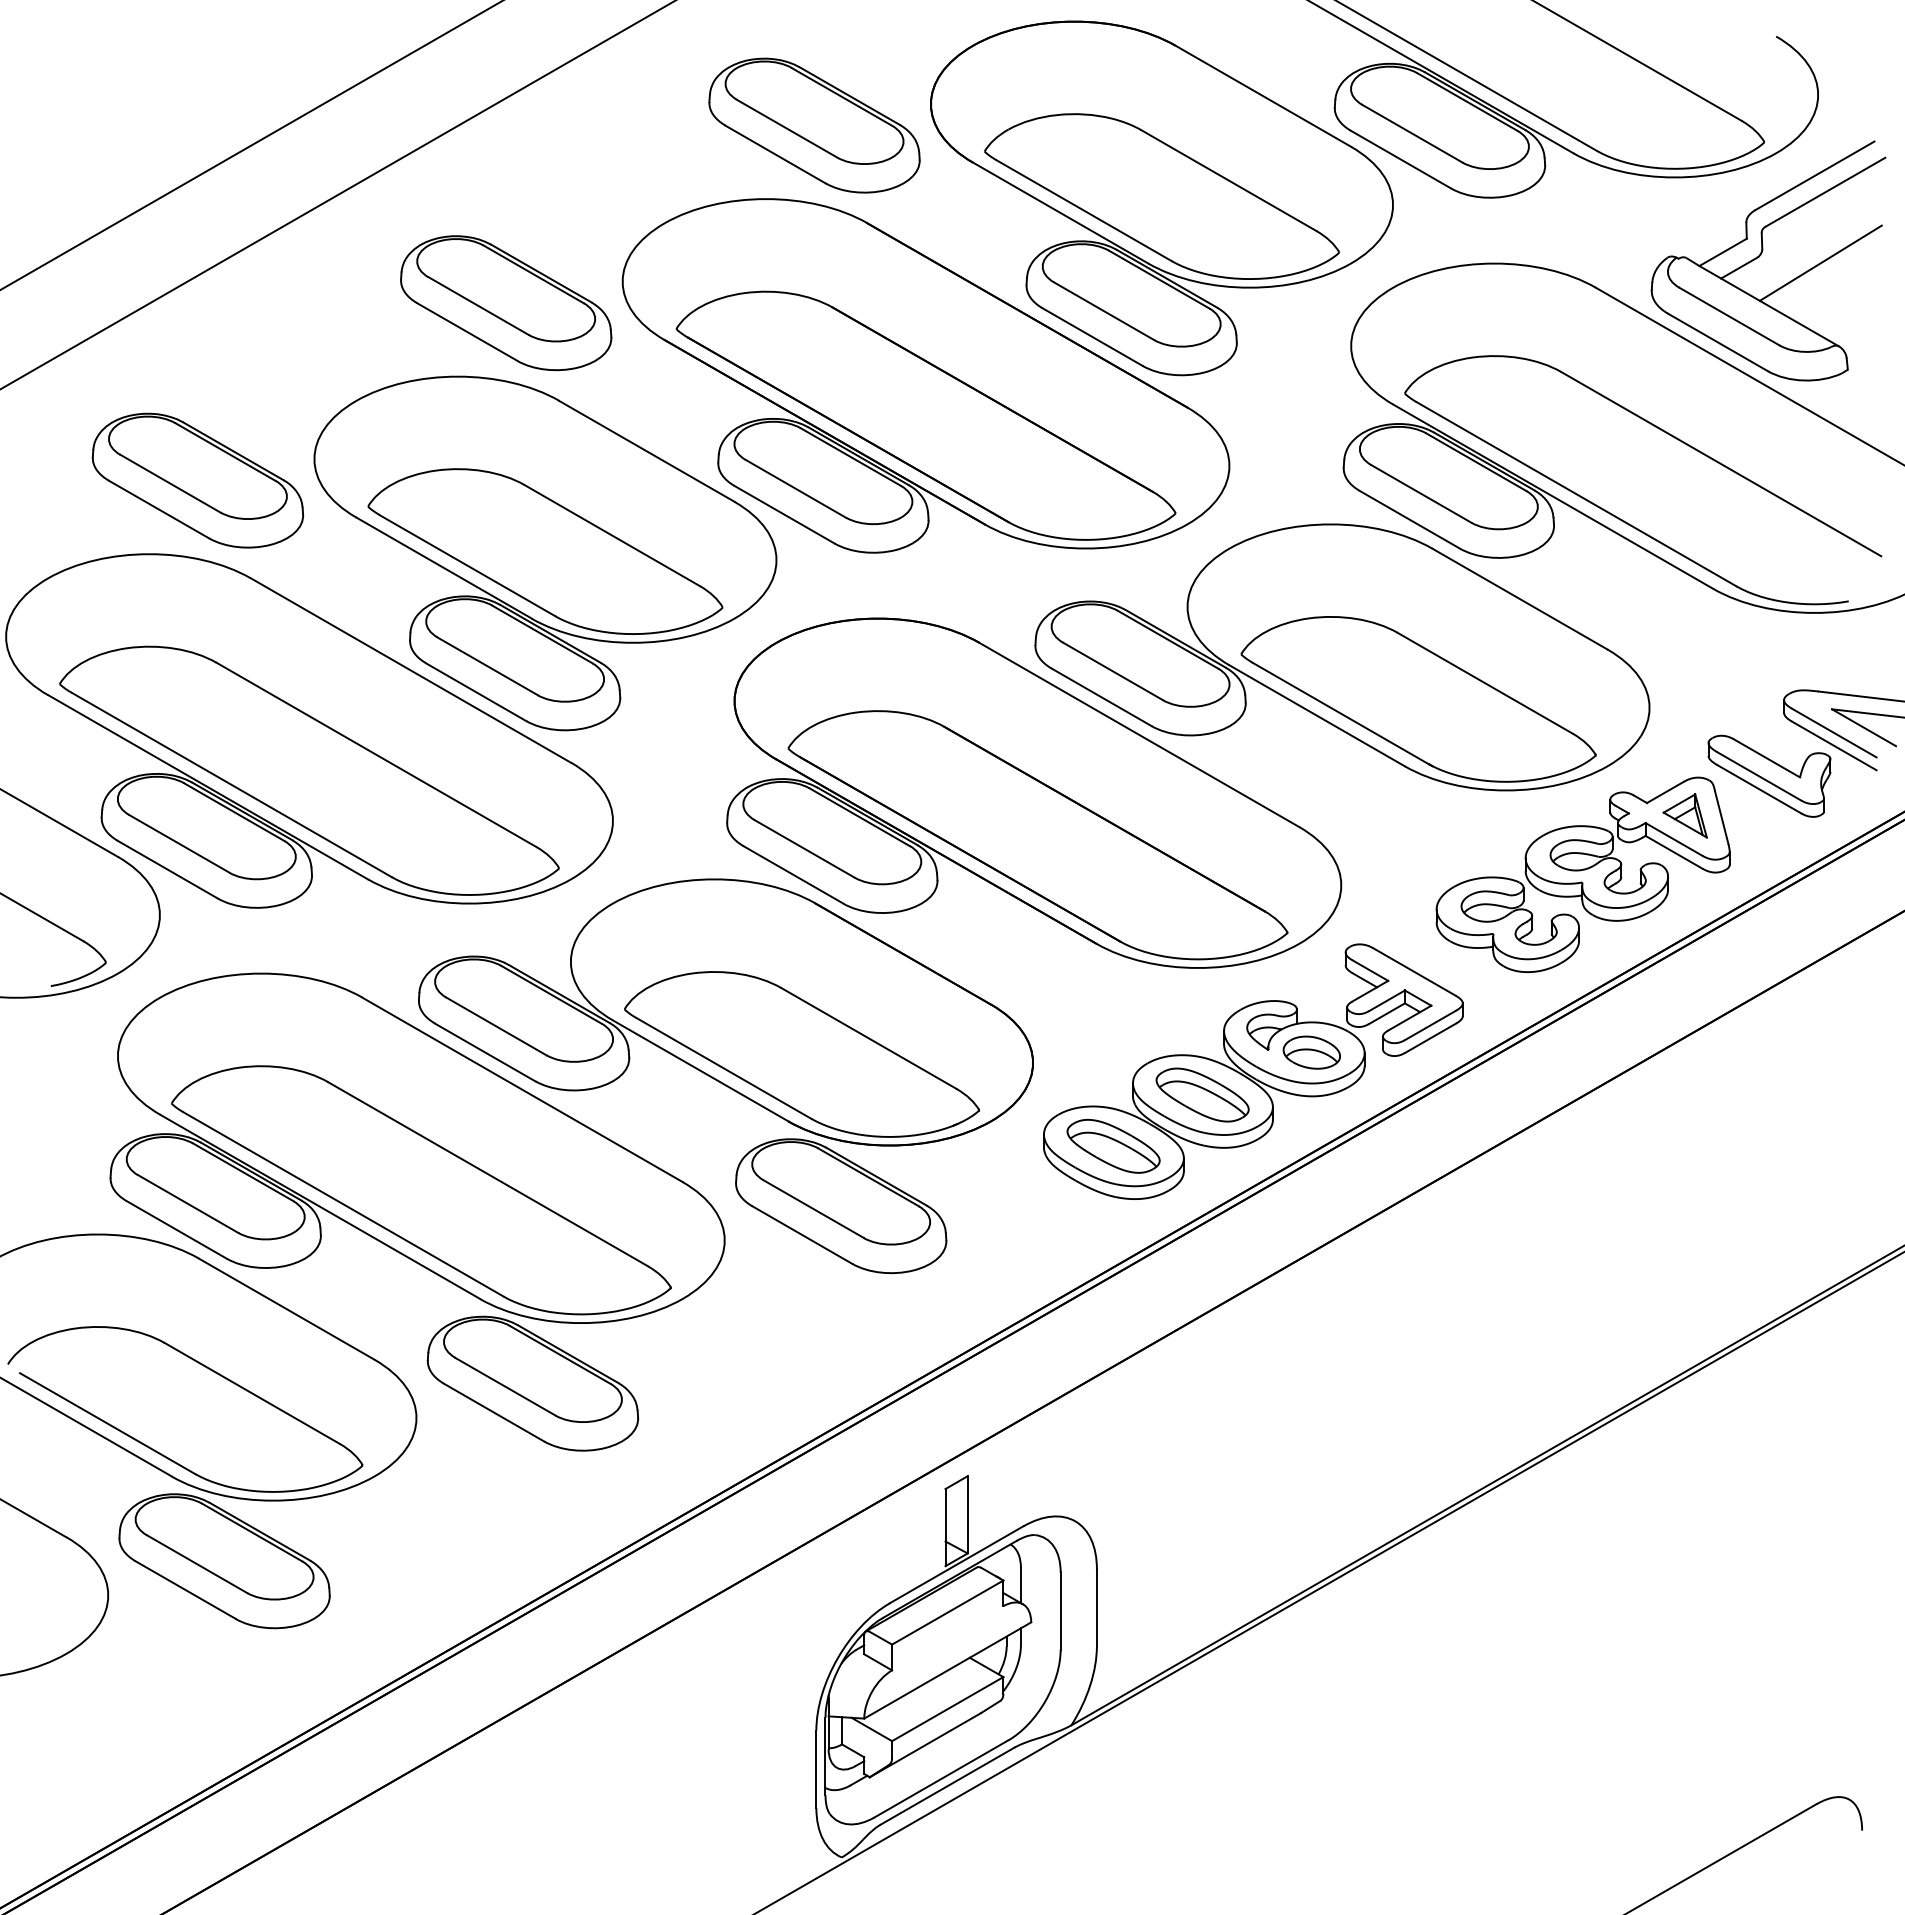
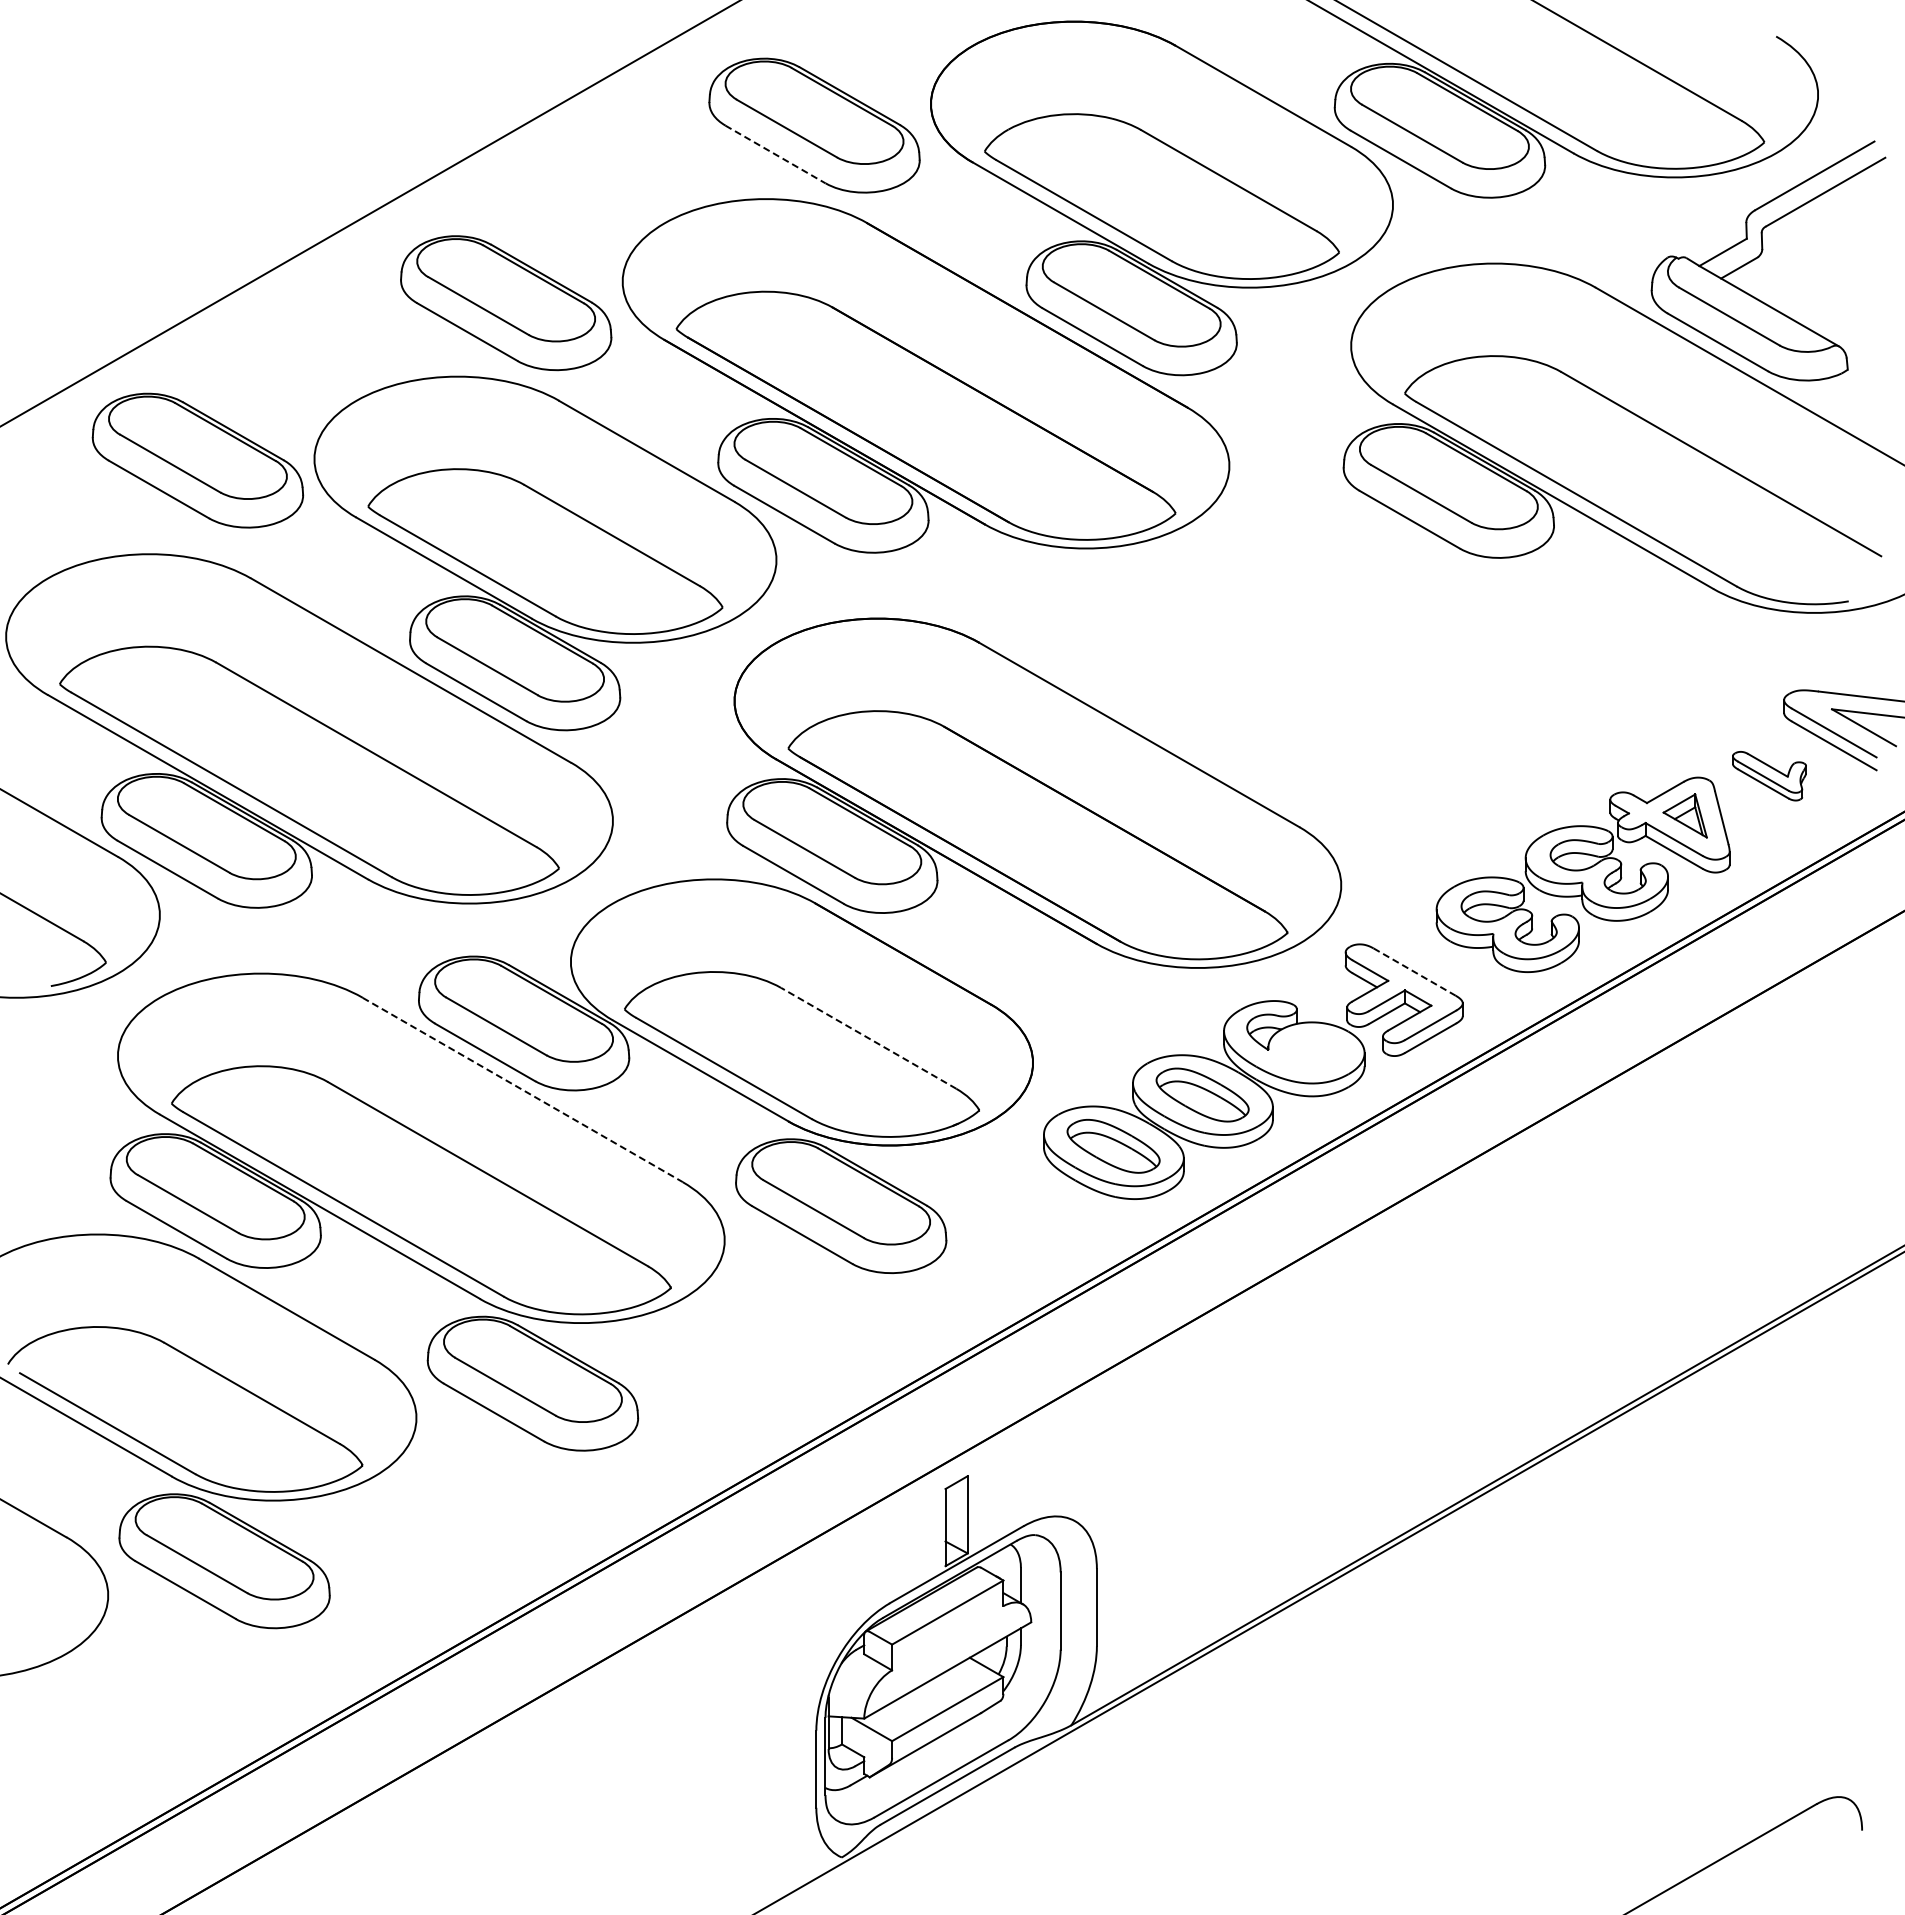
line at (251, 145): present -> none
line at (775, 154): solid -> dashed
line at (337, 195) position: (337, 195) -> (369, 213)
line at (1820, 262): present -> none
part at (197, 480) position: (197, 480) -> (197, 460)
part at (1342, 657): present -> none
part at (1769, 775) size: 125x84 px -> 75x51 px
line at (1415, 972): solid -> dashed
line at (868, 1038): solid -> dashed
part at (1311, 1052): present -> none
line at (522, 1089): solid -> dashed
